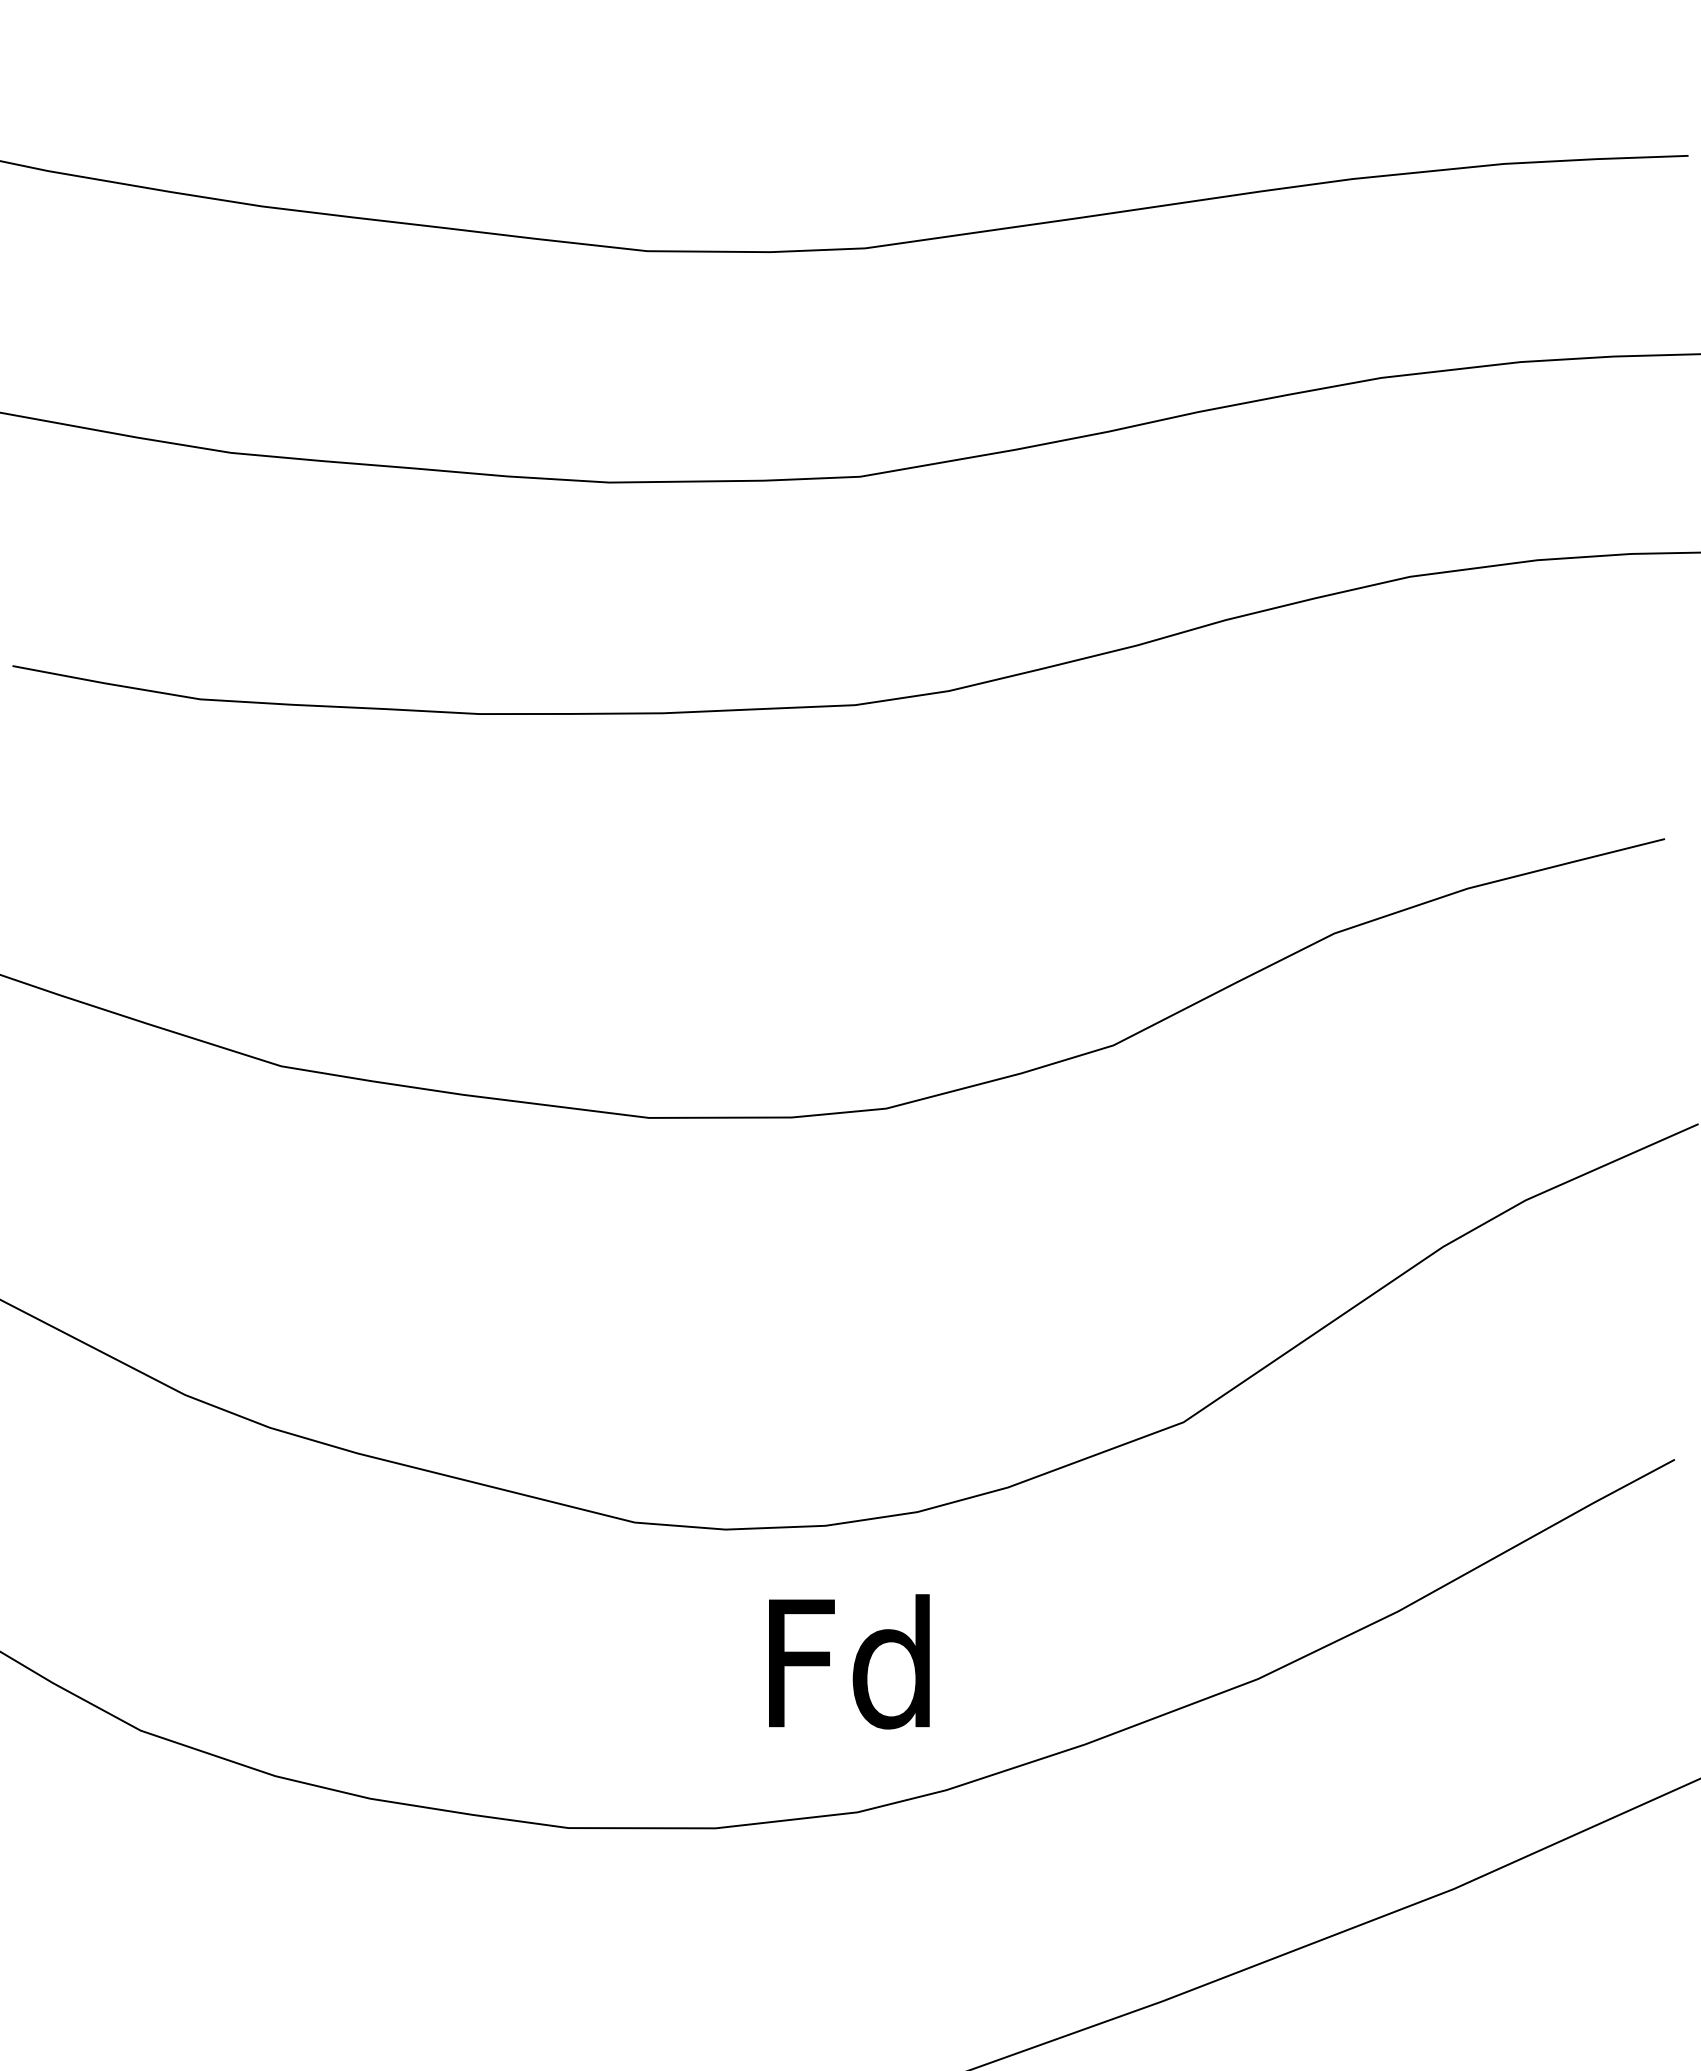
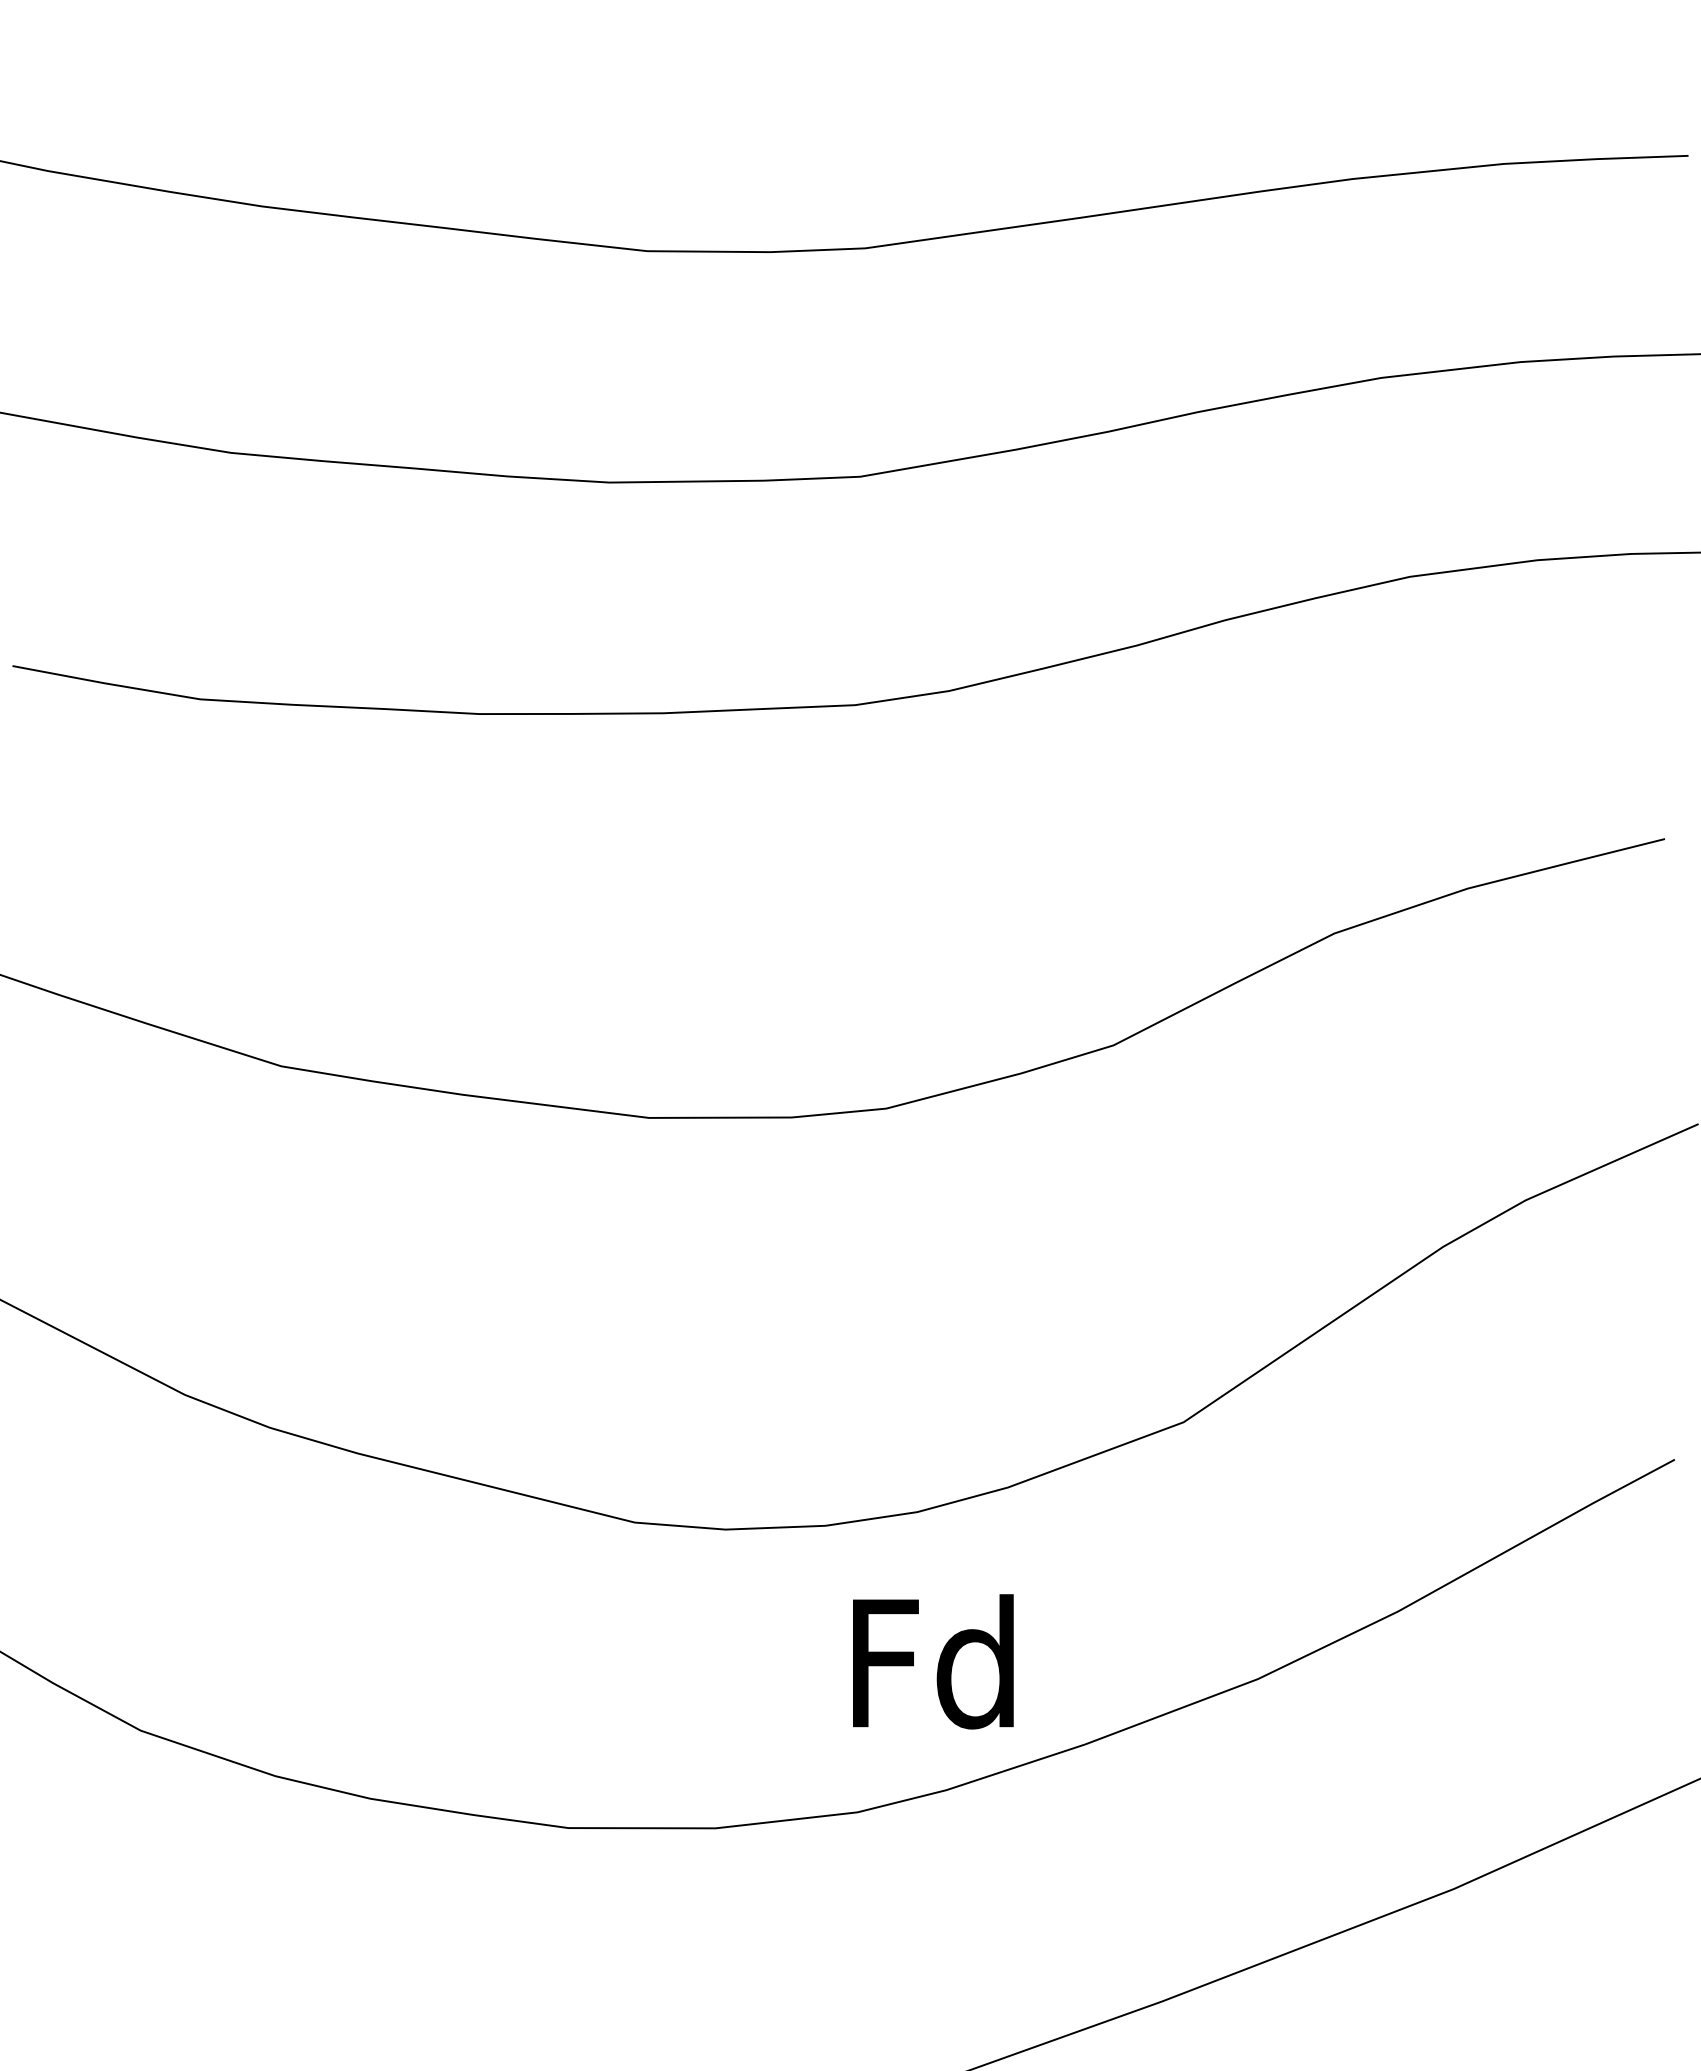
text at (849, 1661) position: (849, 1661) -> (933, 1661)
